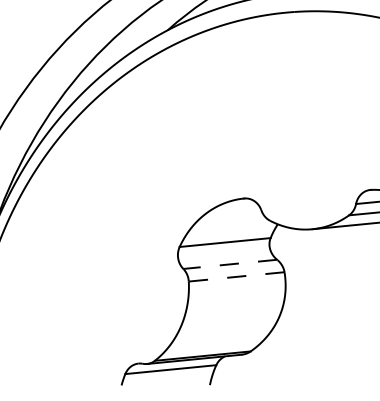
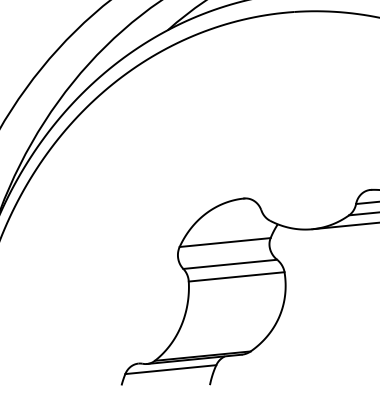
line at (229, 264): dashed -> solid
line at (236, 276): dashed -> solid
